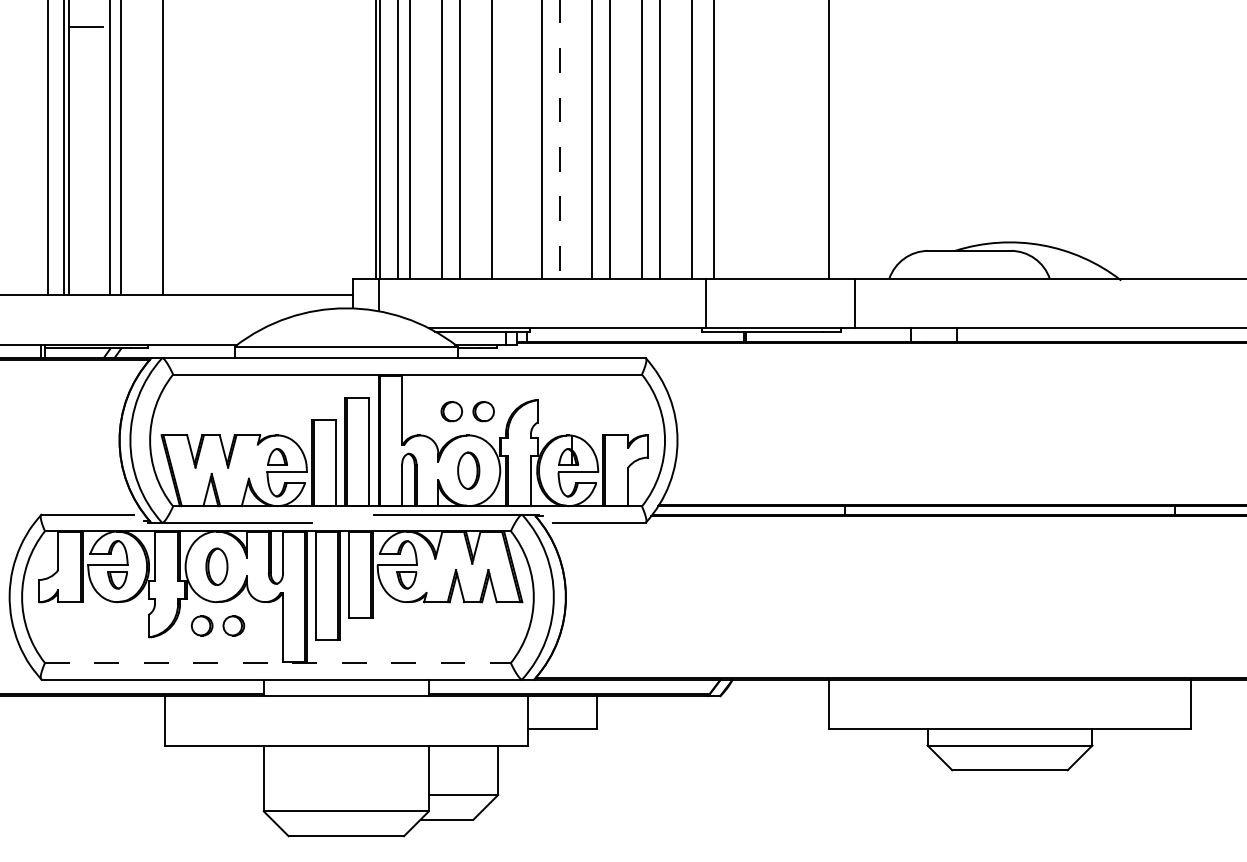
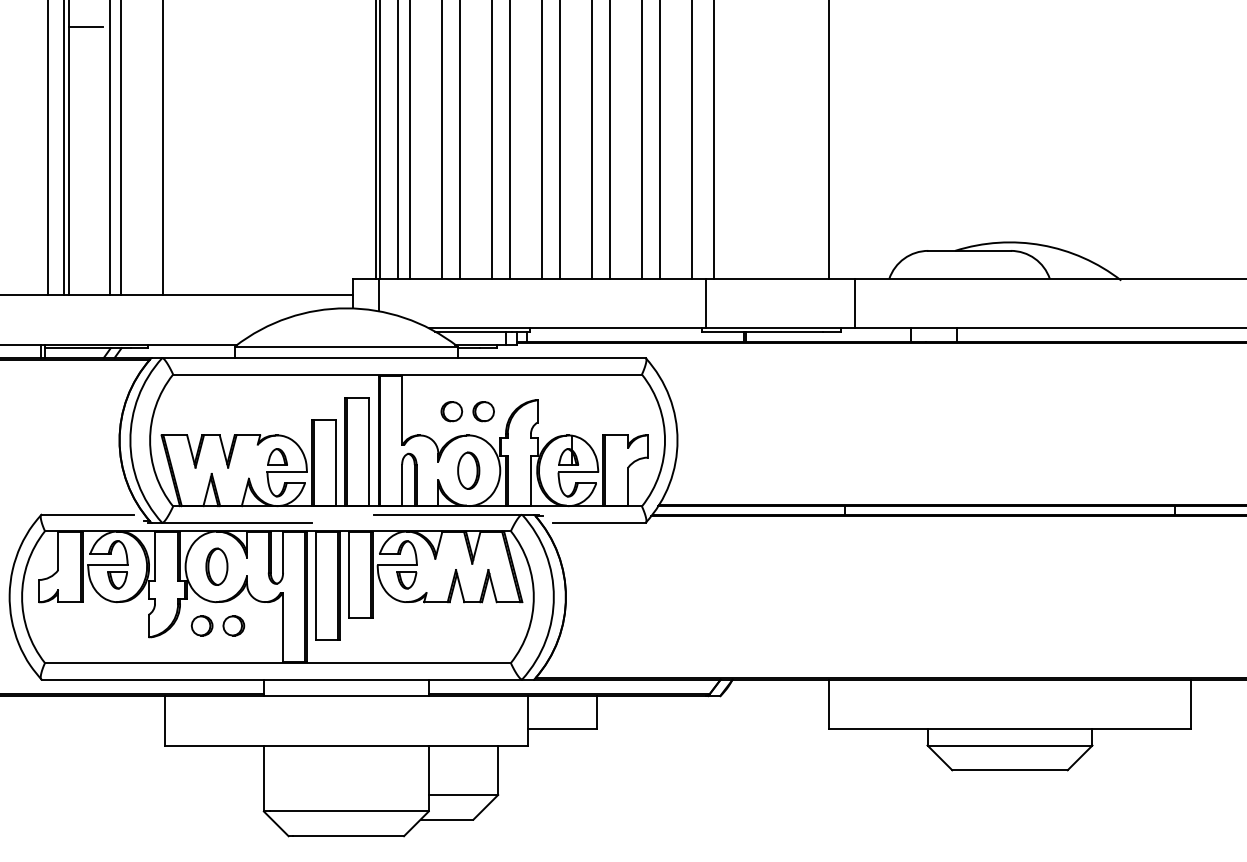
line at (559, 139): dashed -> solid
line at (509, 140): none -> present
line at (277, 663): dashed -> solid
